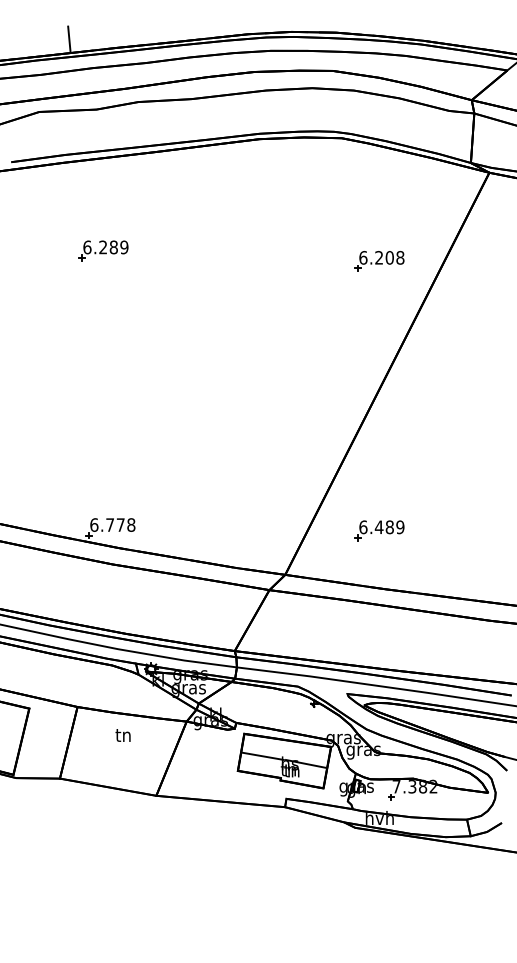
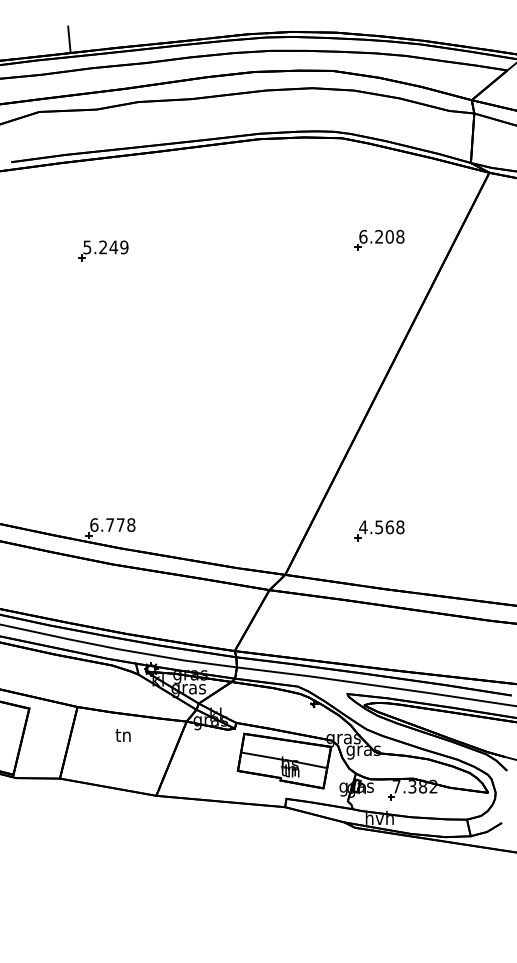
text at (100, 247): 6.289 -> 5.249
part at (379, 261) position: (379, 261) -> (379, 240)
text at (381, 527): 6.489 -> 4.568
